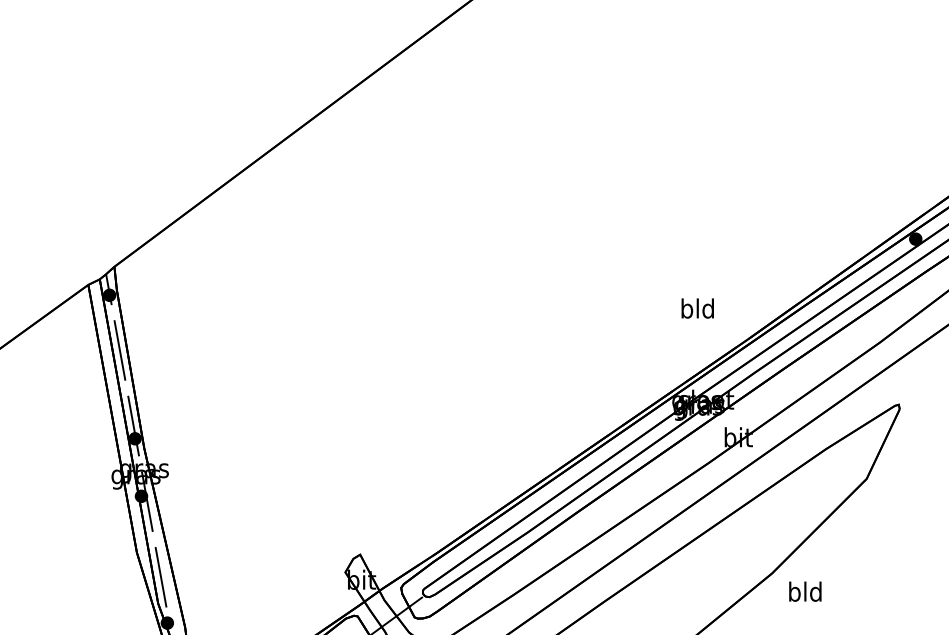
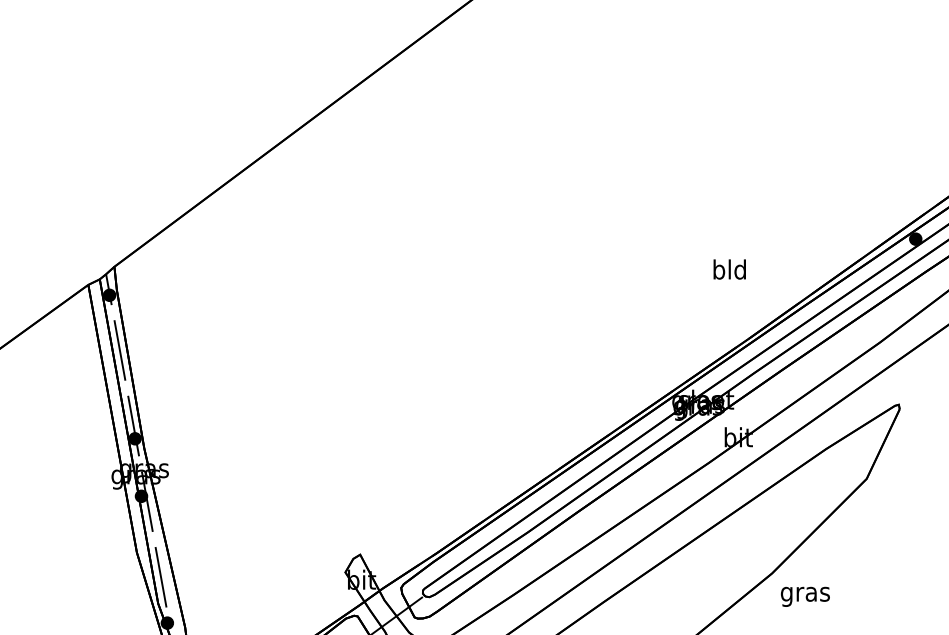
text at (697, 308) position: (697, 308) -> (729, 269)
text at (804, 593): bld -> gras
